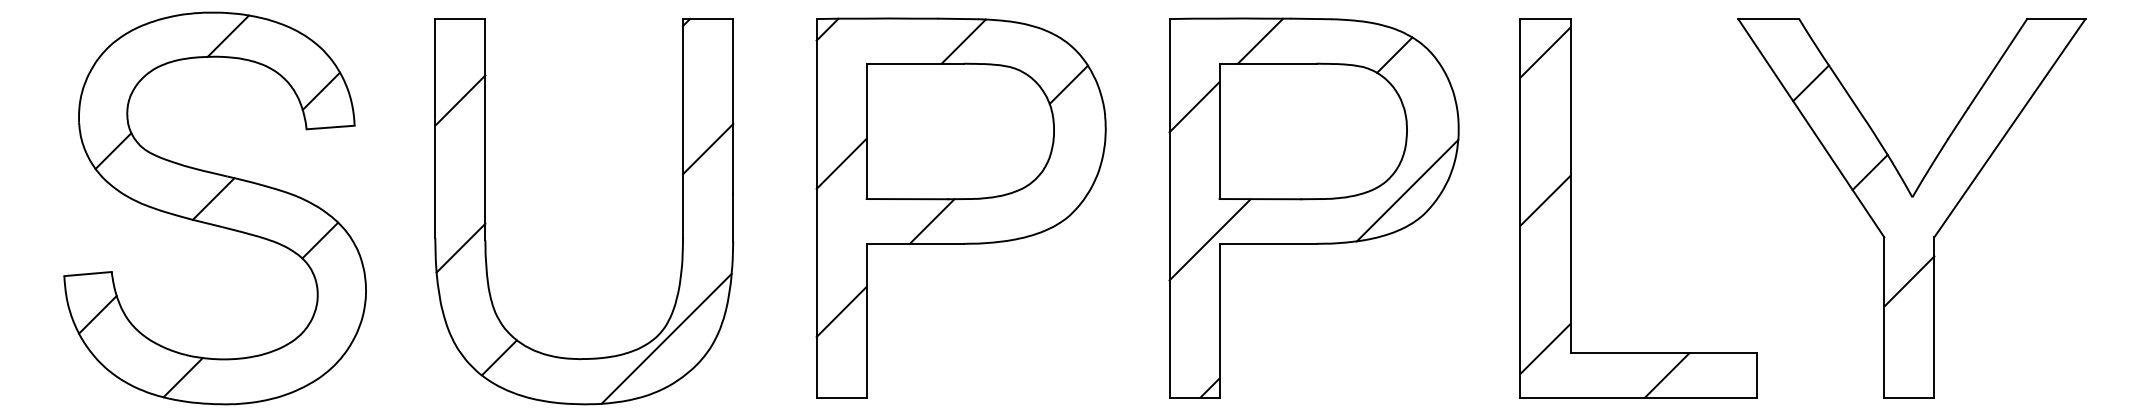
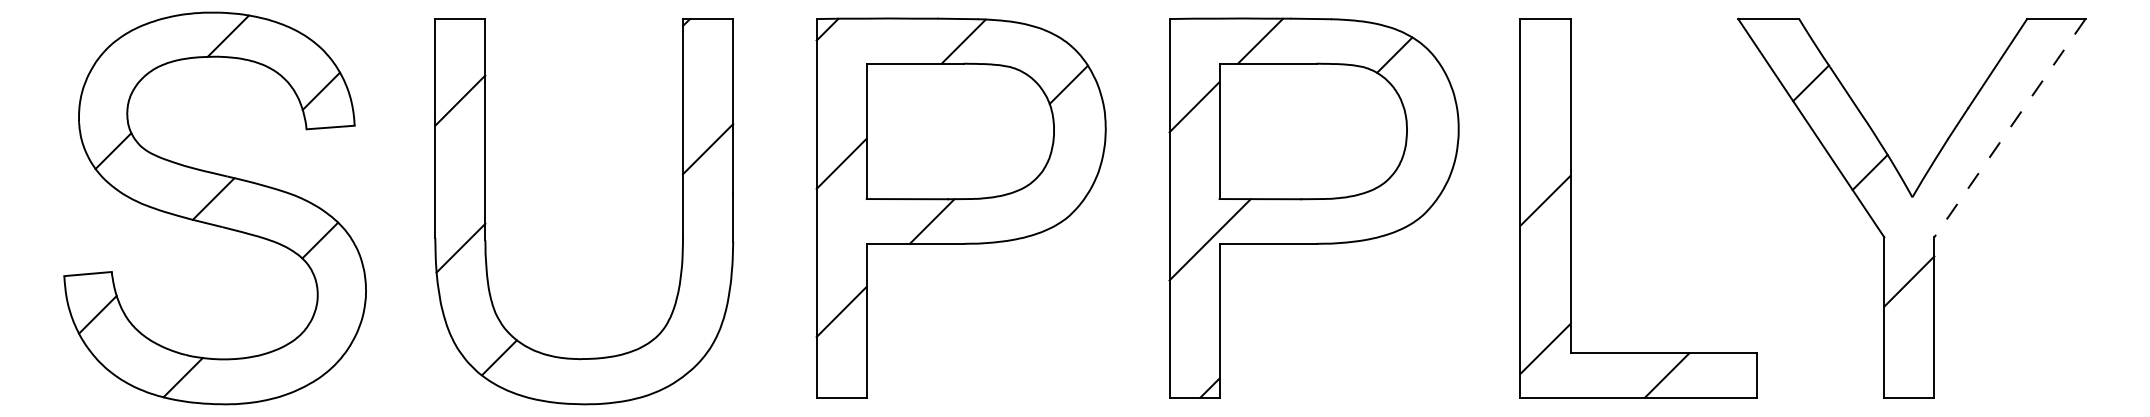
line at (1545, 52): present -> none
line at (2009, 128): solid -> dashed
line at (1407, 190): present -> none
line at (666, 338): present -> none
